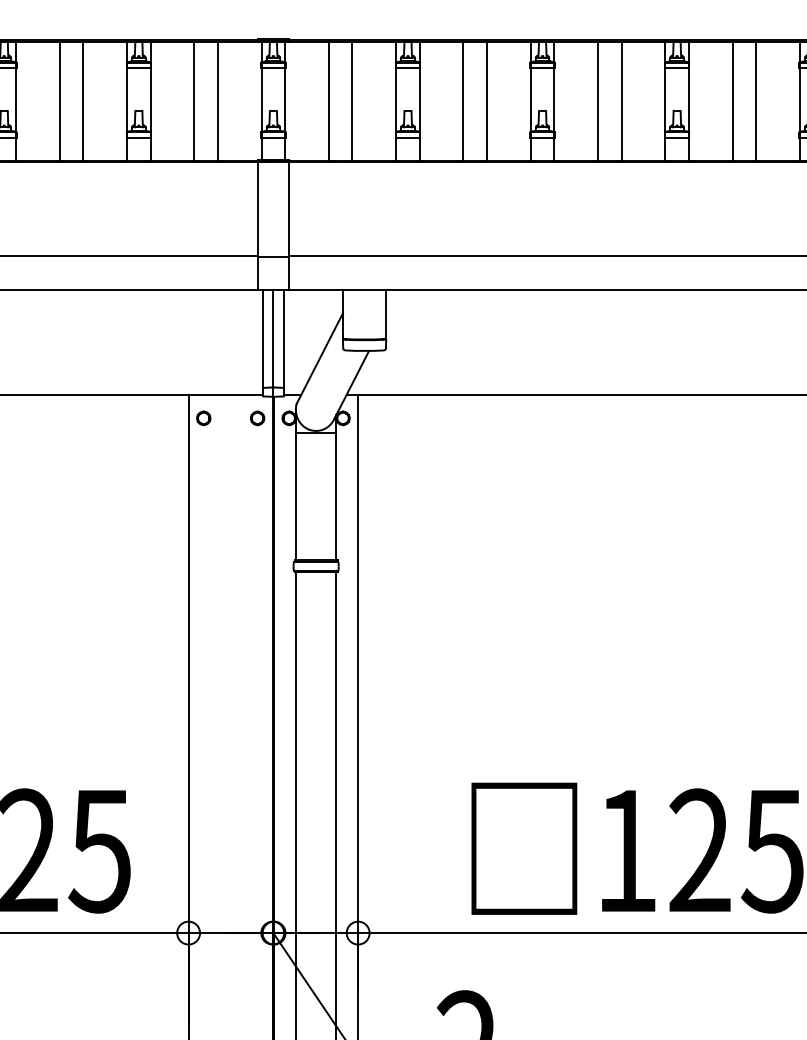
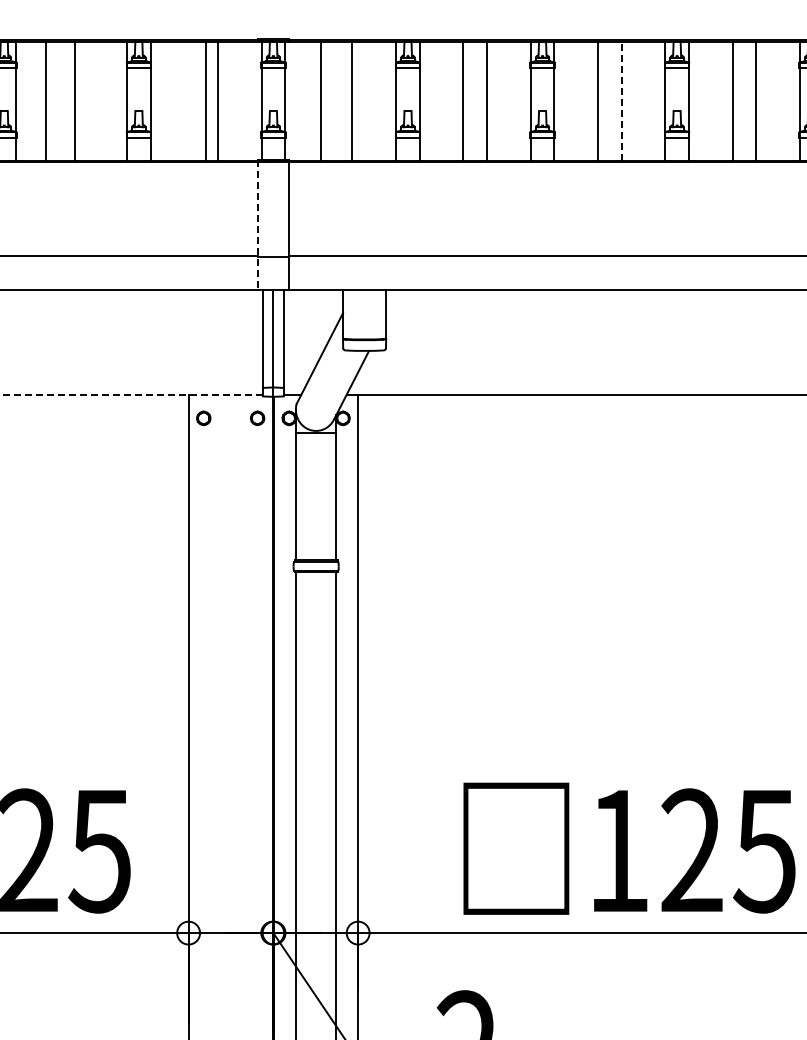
line at (59, 101) position: (59, 101) -> (45, 101)
line at (83, 101) position: (83, 101) -> (75, 101)
line at (194, 101) position: (194, 101) -> (206, 101)
line at (328, 101) position: (328, 101) -> (320, 101)
line at (621, 101): solid -> dashed
line at (258, 225): solid -> dashed
line at (131, 394): solid -> dashed
text at (637, 848) position: (637, 848) -> (629, 848)
